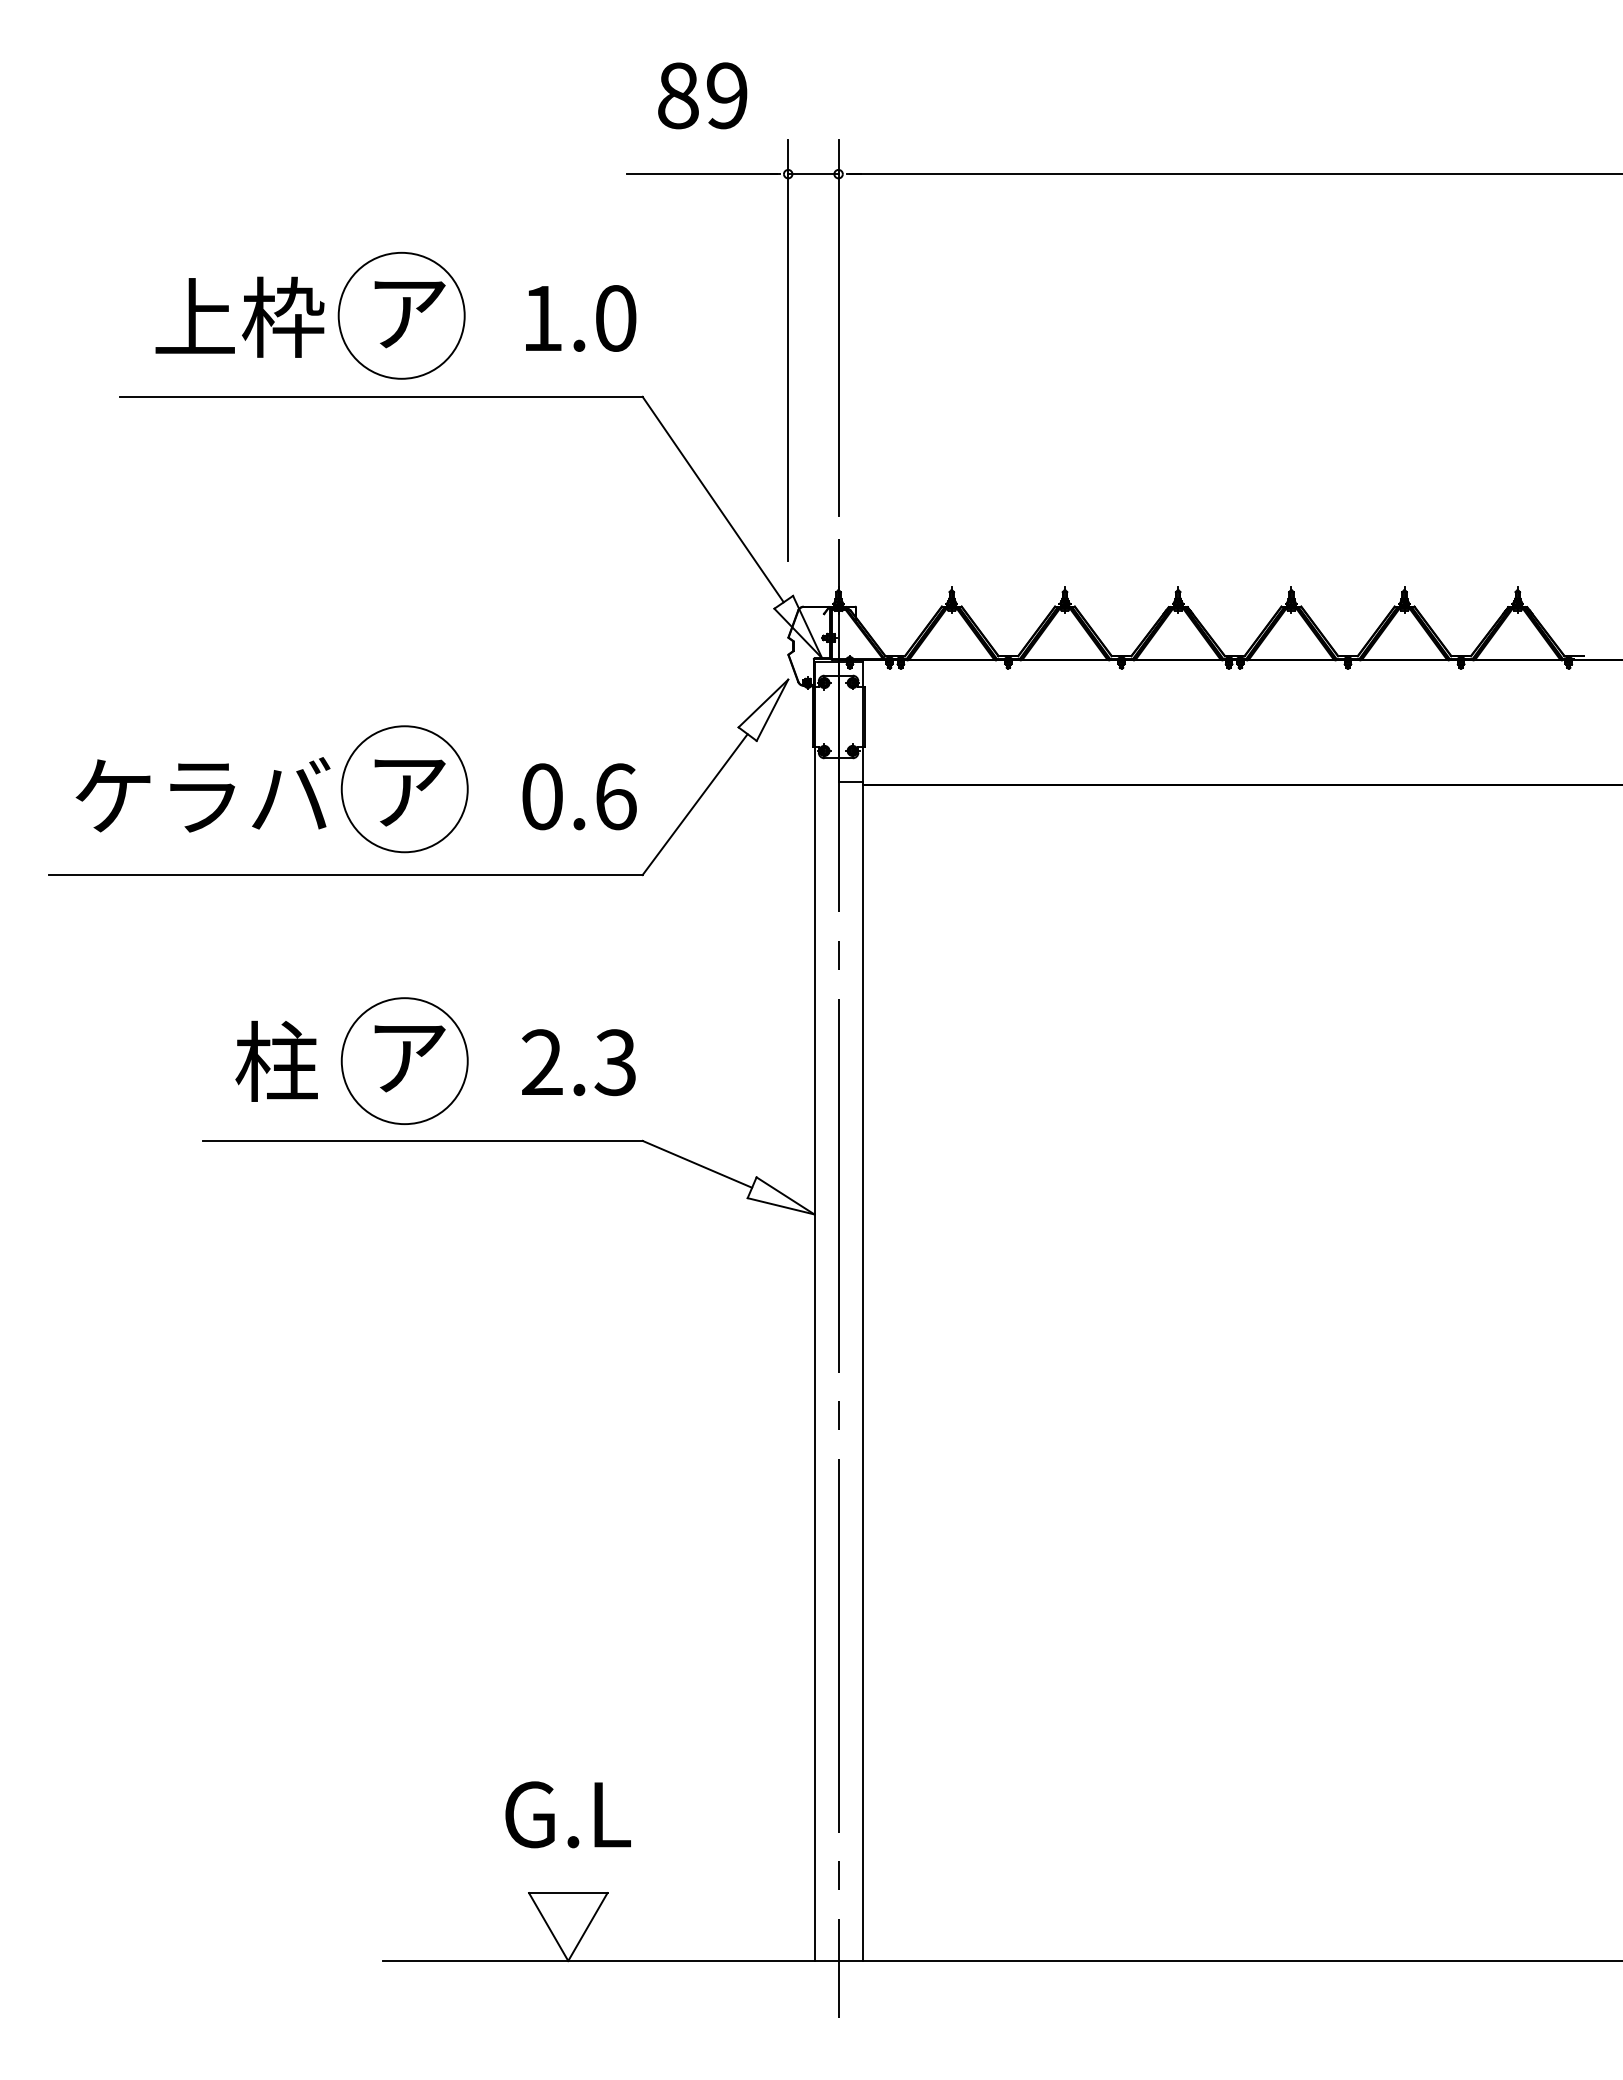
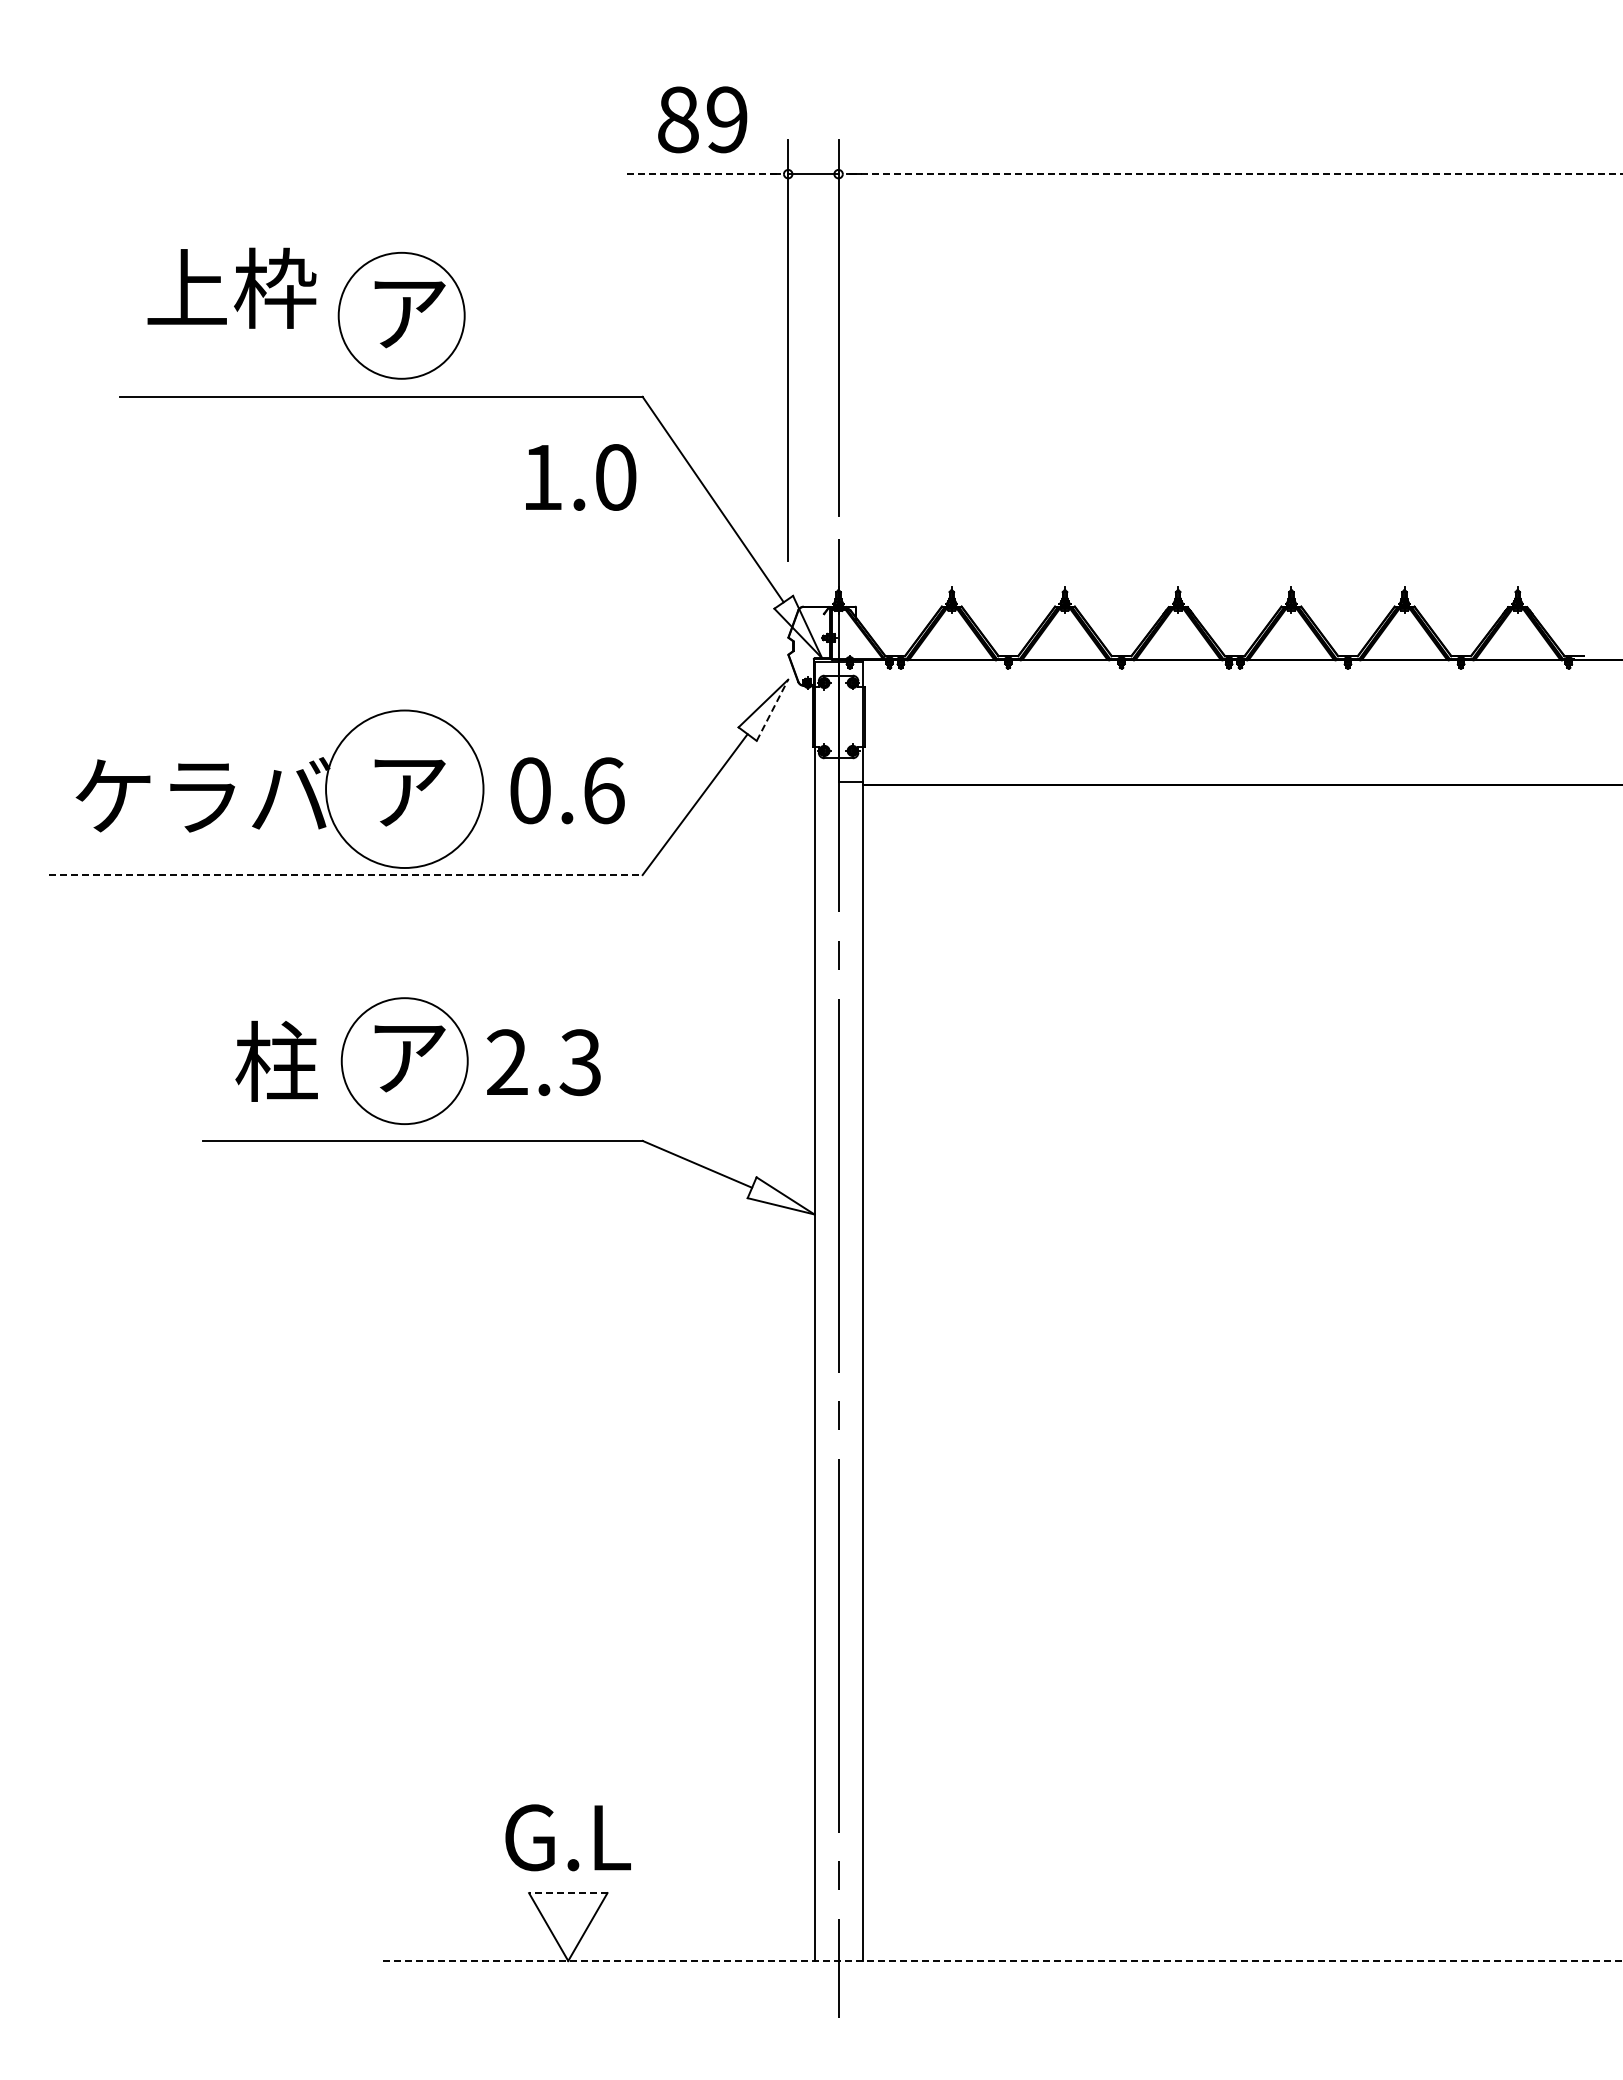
text at (702, 95) position: (702, 95) -> (702, 119)
line at (701, 174): solid -> dashed
line at (1236, 174): solid -> dashed
text at (239, 316) position: (239, 316) -> (231, 287)
text at (581, 318) position: (581, 318) -> (581, 477)
line at (772, 709): solid -> dashed
circle at (404, 789) diameter: 126 px -> 157 px
text at (579, 796) position: (579, 796) -> (567, 790)
line at (346, 875): solid -> dashed
text at (578, 1062) position: (578, 1062) -> (543, 1062)
text at (567, 1814) position: (567, 1814) -> (567, 1837)
line at (567, 1893): solid -> dashed
line at (1002, 1961): solid -> dashed
